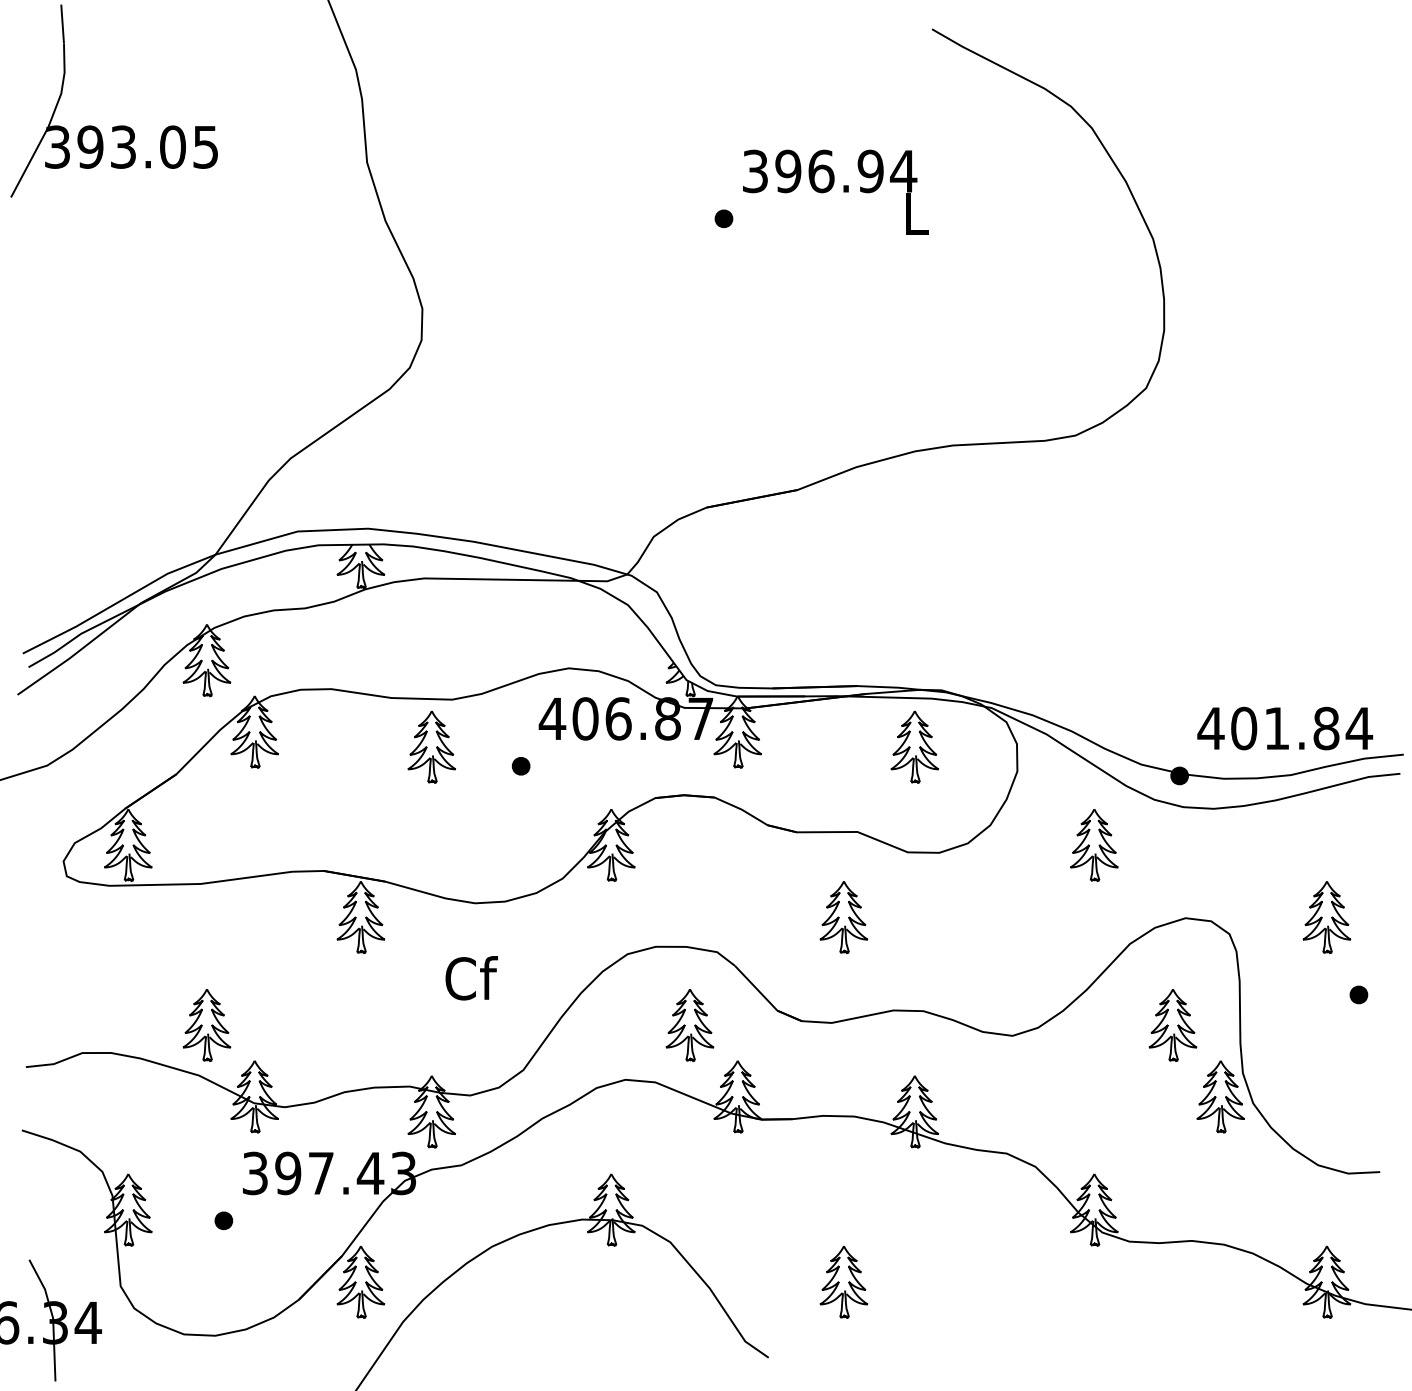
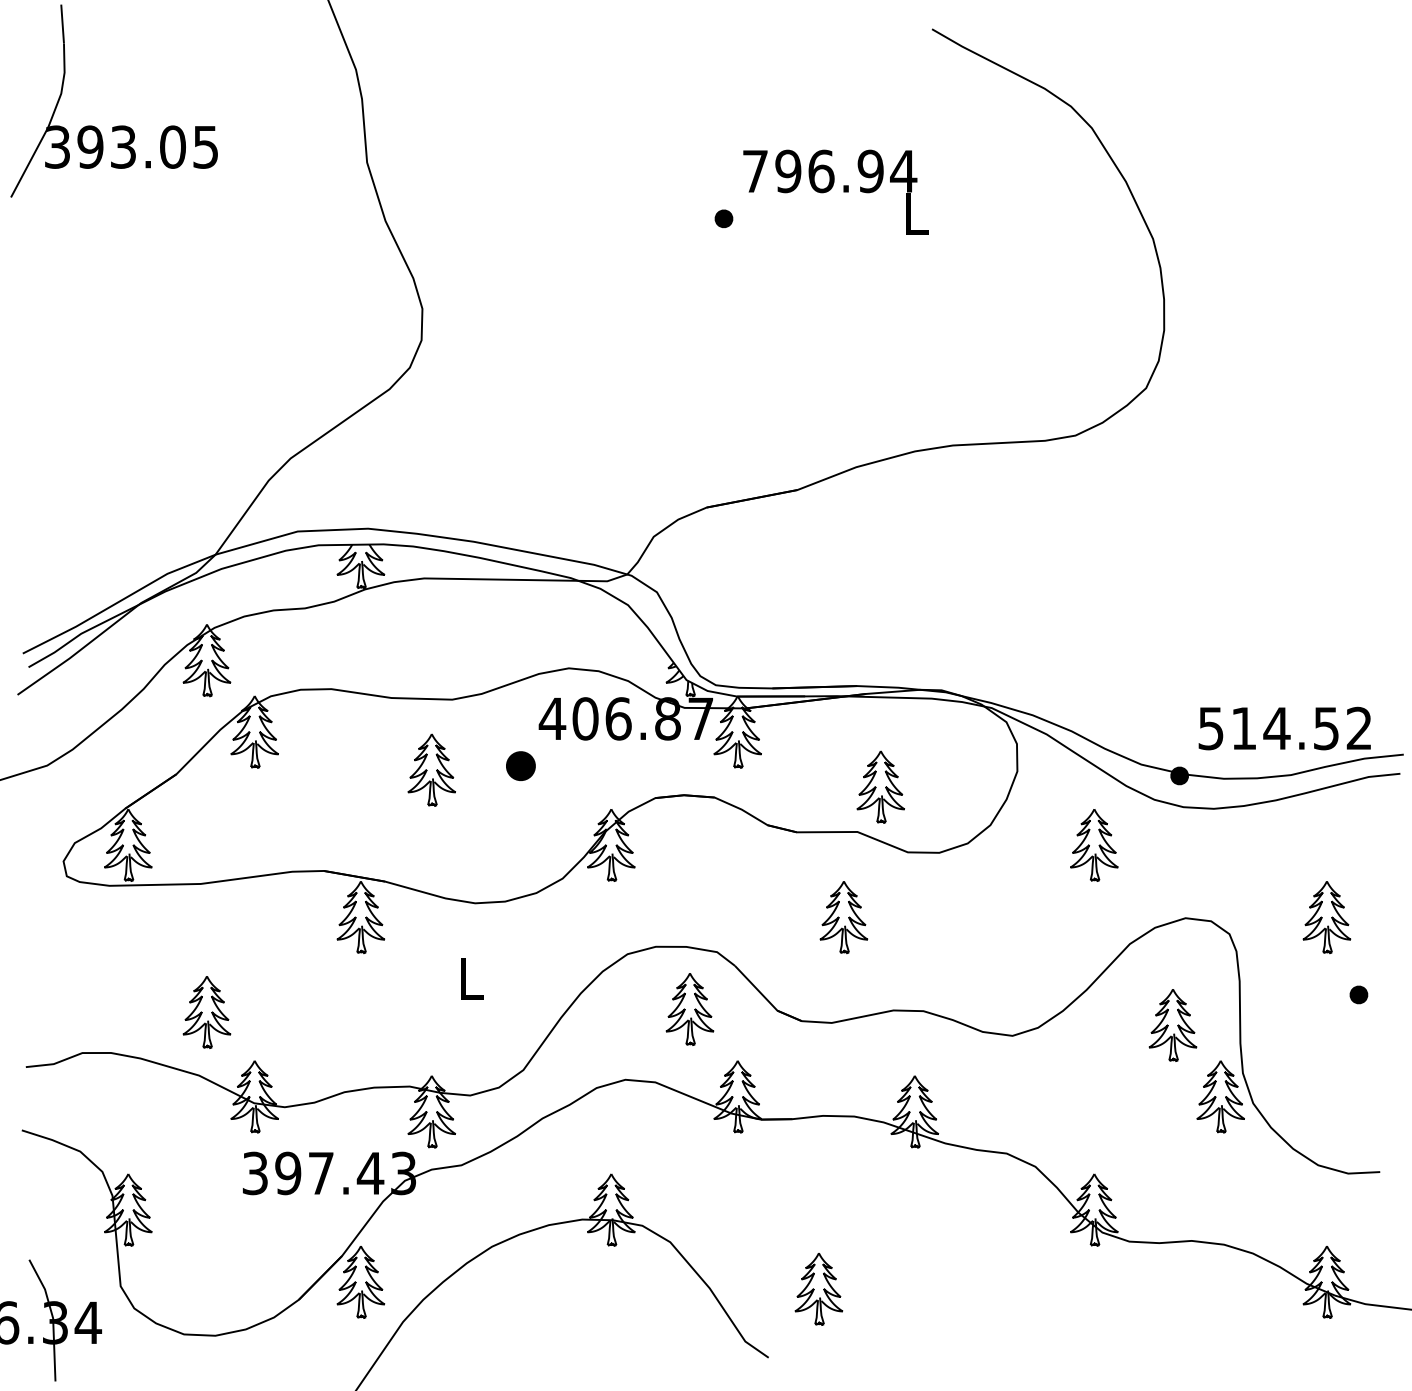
text at (755, 171): 396.94 -> 796.94
text at (1285, 728): 401.84 -> 514.52
part at (431, 746) position: (431, 746) -> (431, 769)
part at (914, 746) position: (914, 746) -> (880, 786)
part at (521, 766) size: 19x19 px -> 30x30 px
text at (471, 978): Cf -> L
part at (206, 1025) position: (206, 1025) -> (206, 1012)
part at (689, 1025) position: (689, 1025) -> (689, 1009)
part at (223, 1220): present -> none
part at (843, 1282) position: (843, 1282) -> (818, 1289)
